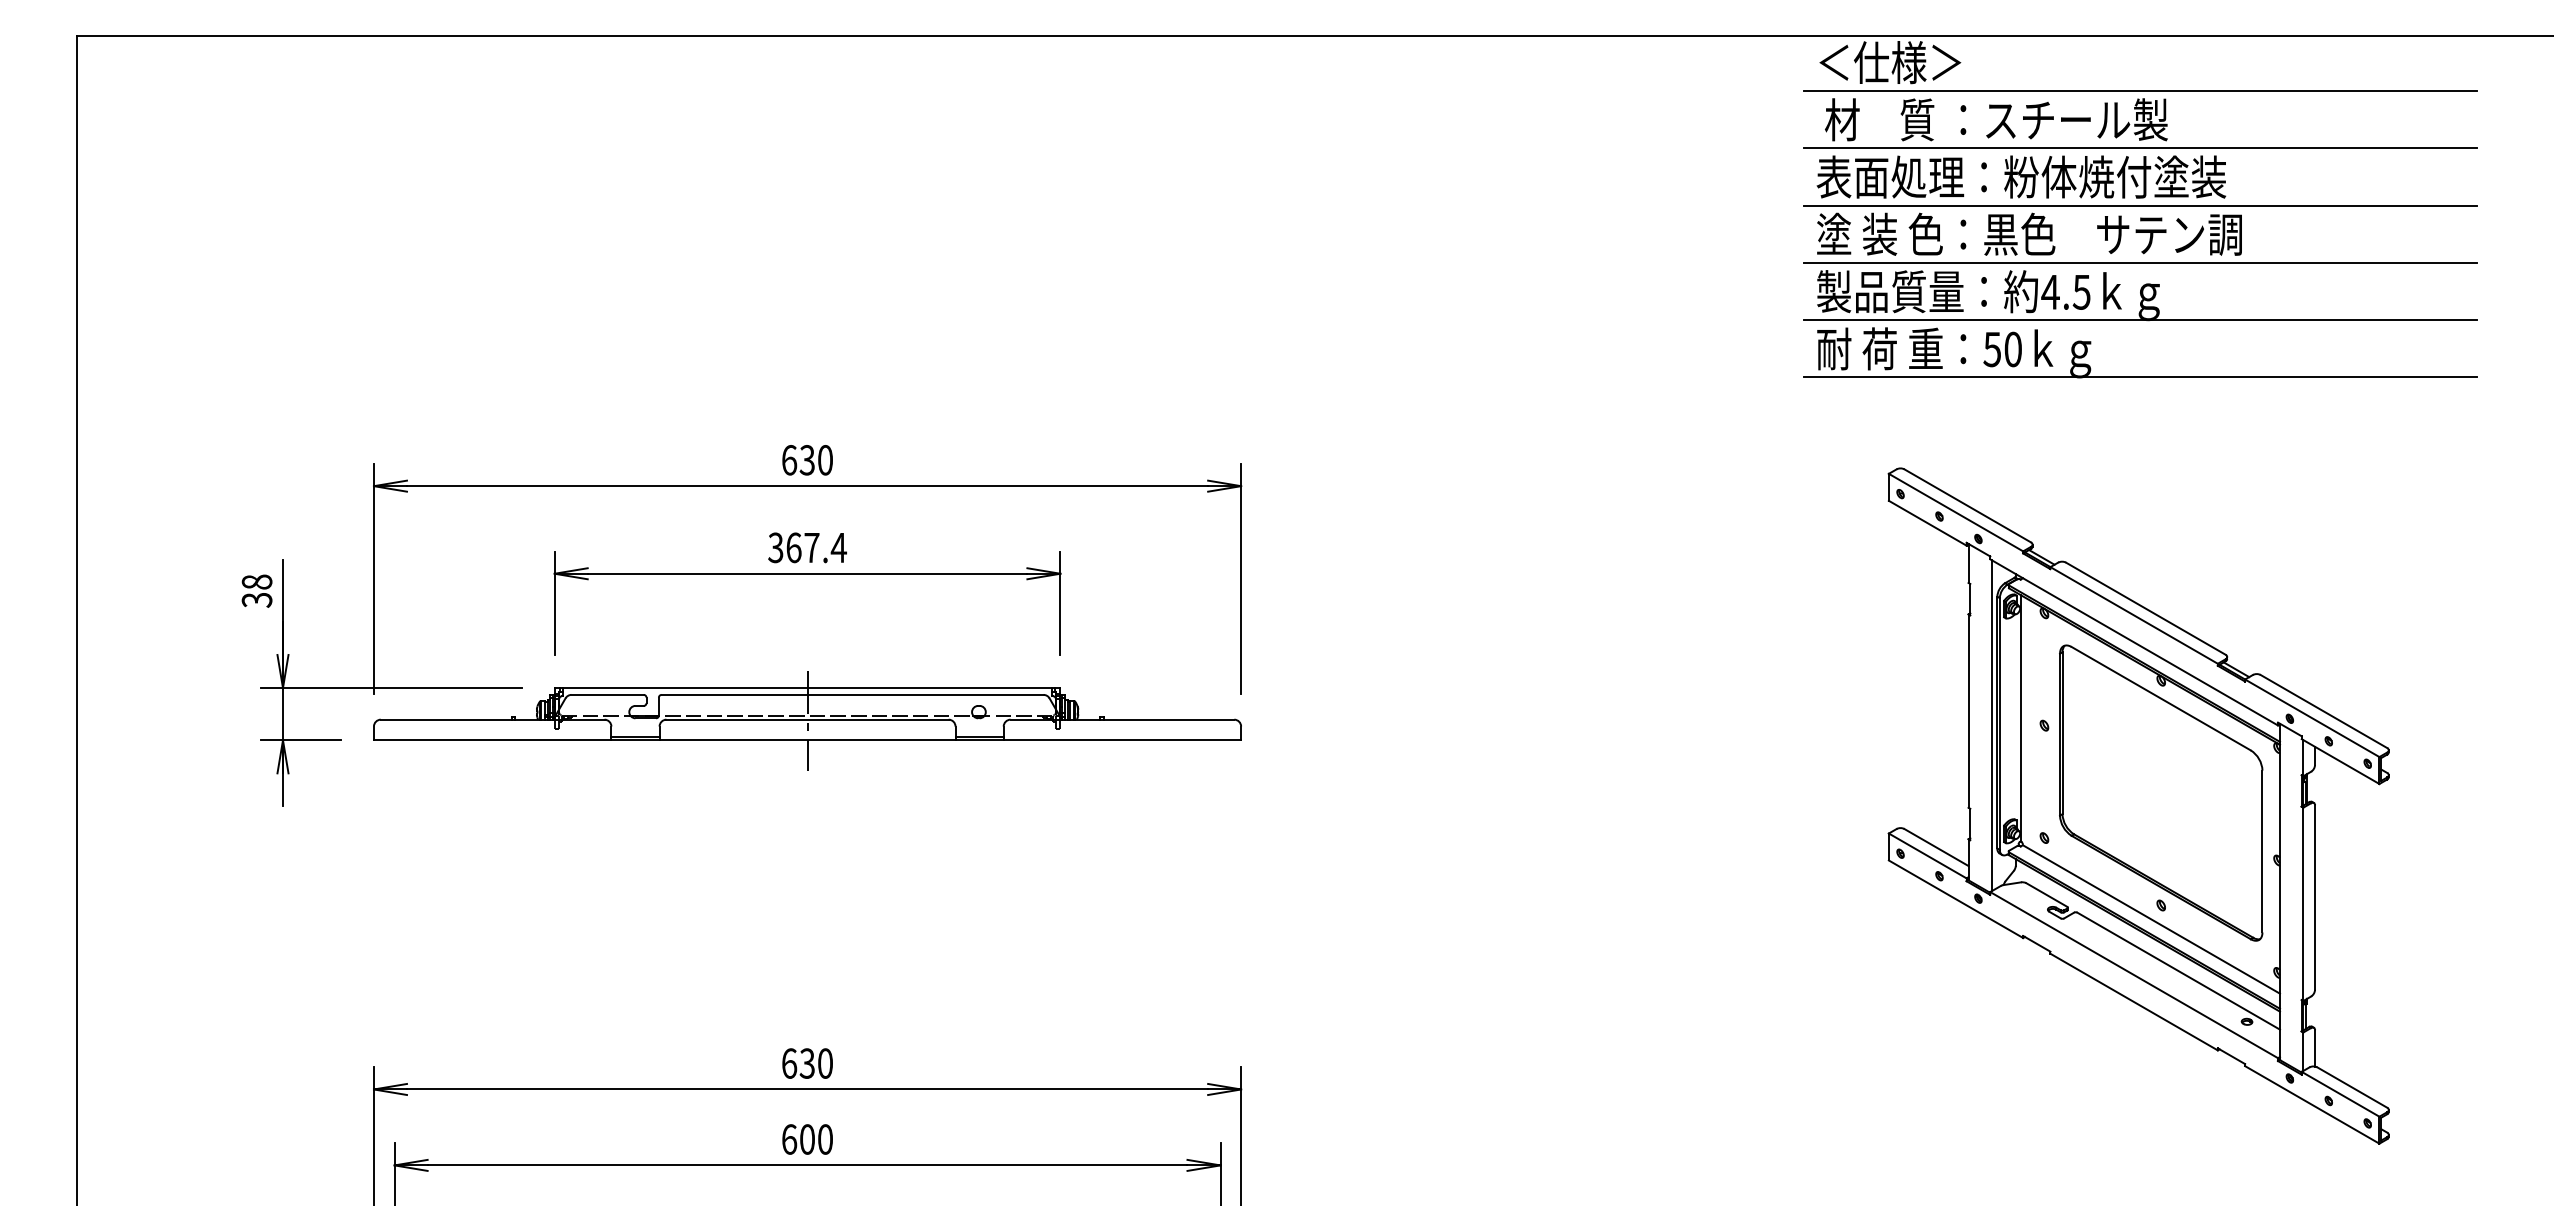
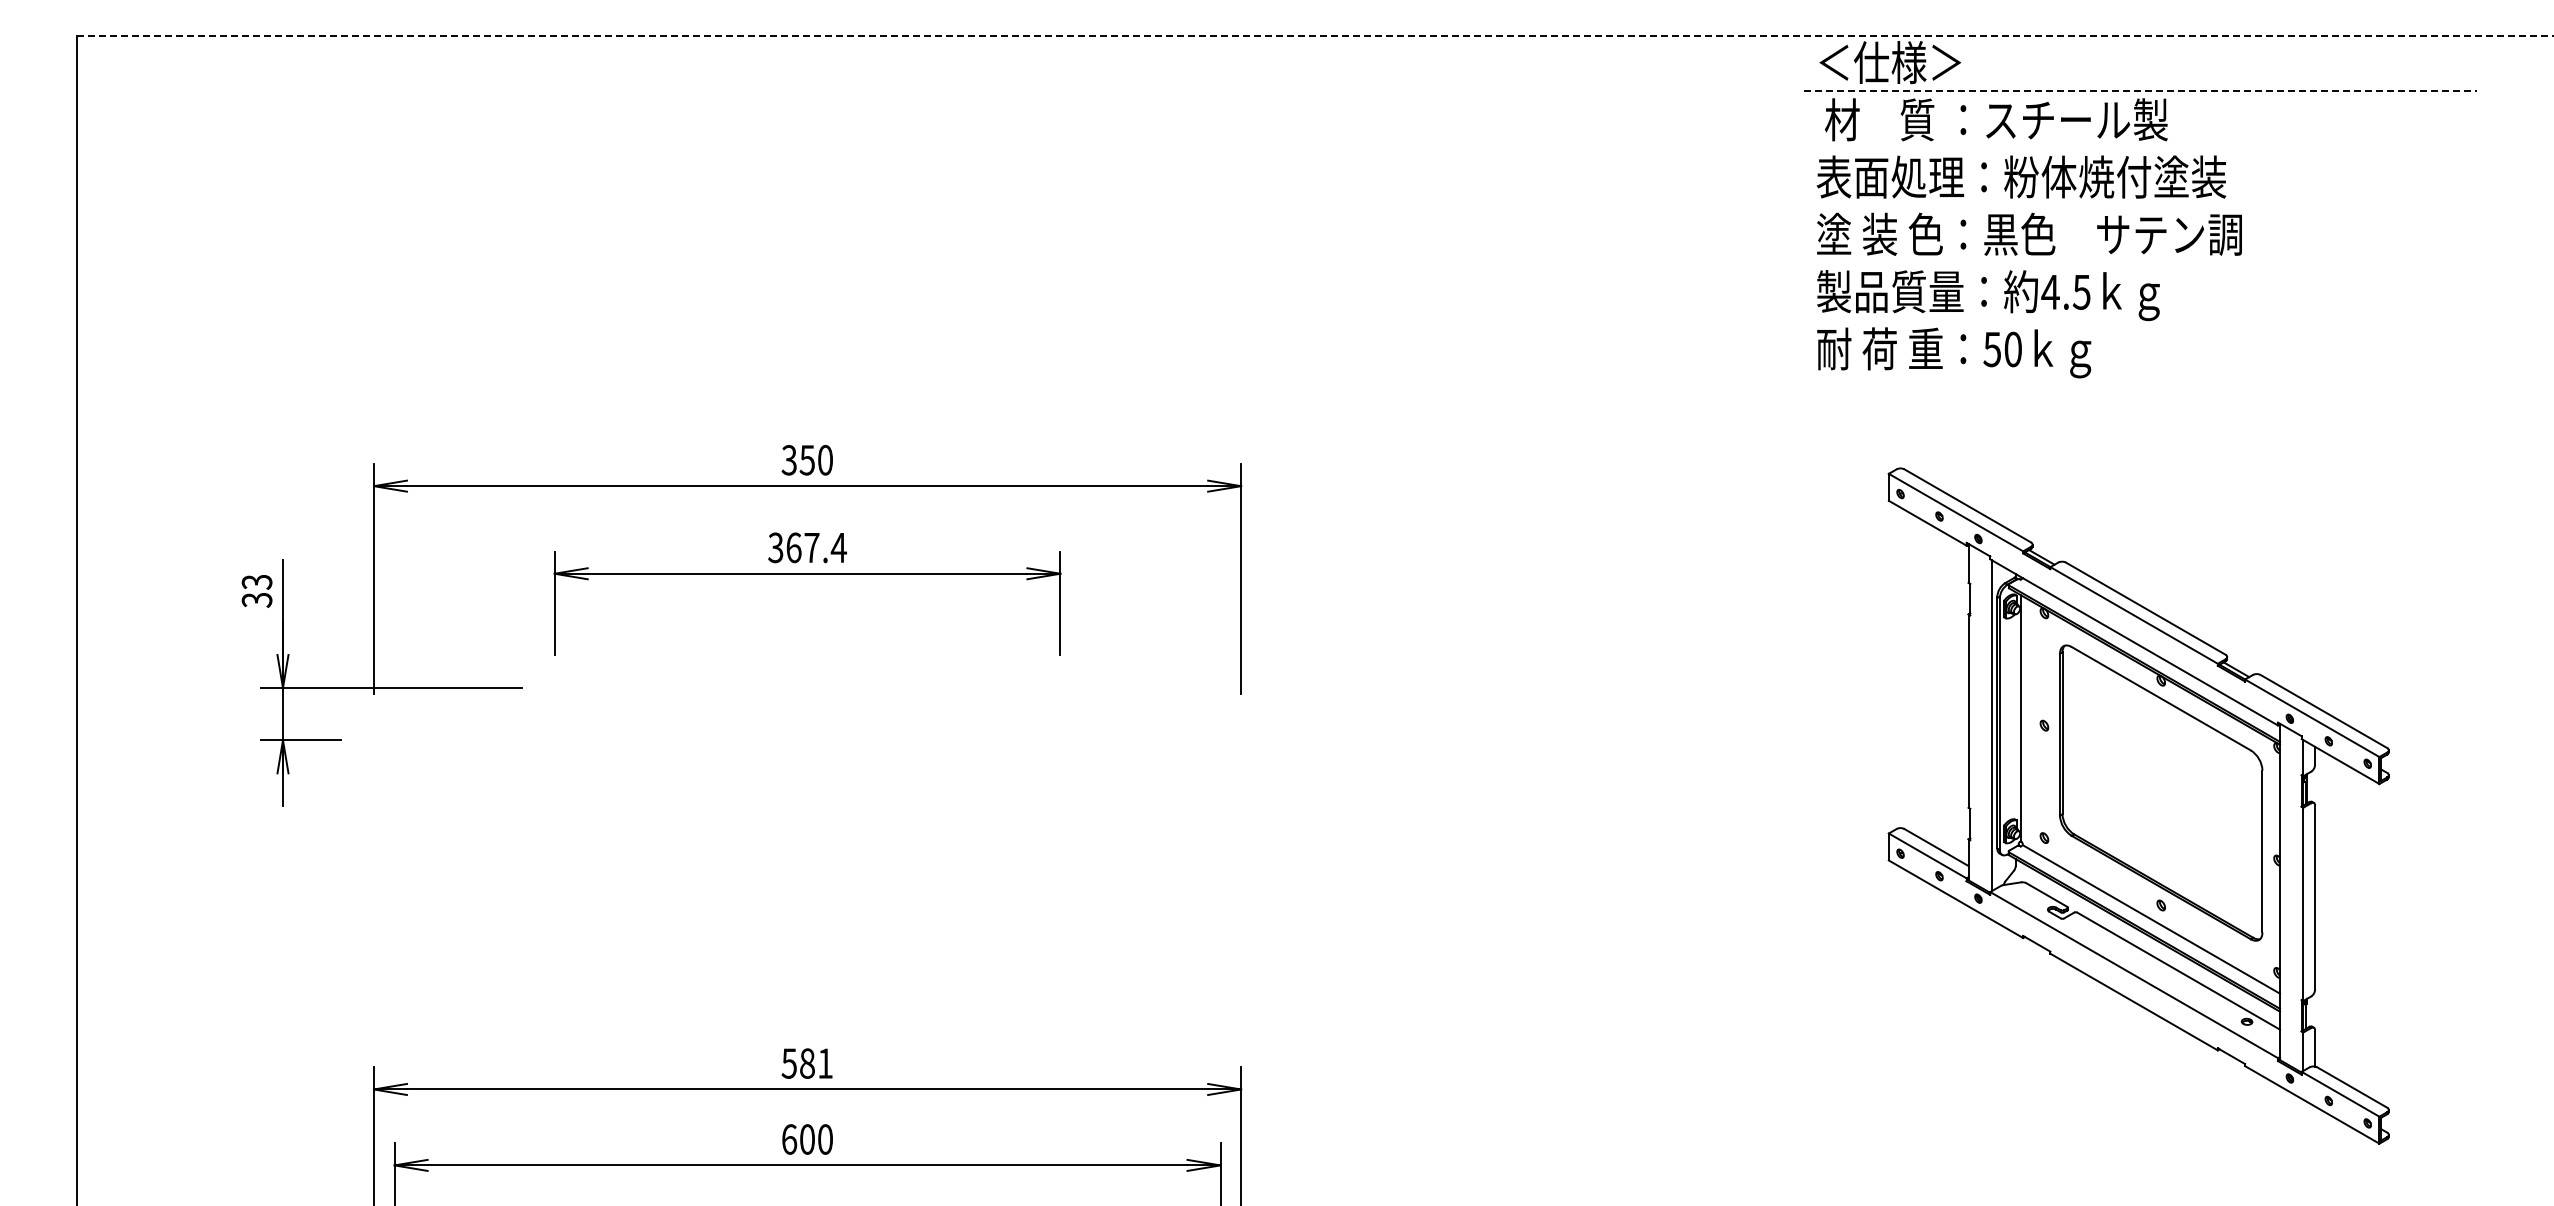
line at (1315, 35): solid -> dashed
line at (2140, 91): solid -> dashed
line at (2140, 148): present -> none
line at (2140, 205): present -> none
line at (2140, 262): present -> none
line at (2140, 320): present -> none
line at (2140, 377): present -> none
text at (797, 460): 630 -> 350
text at (256, 581): 38 -> 33
part at (807, 720): present -> none
text at (806, 1063): 630 -> 581
